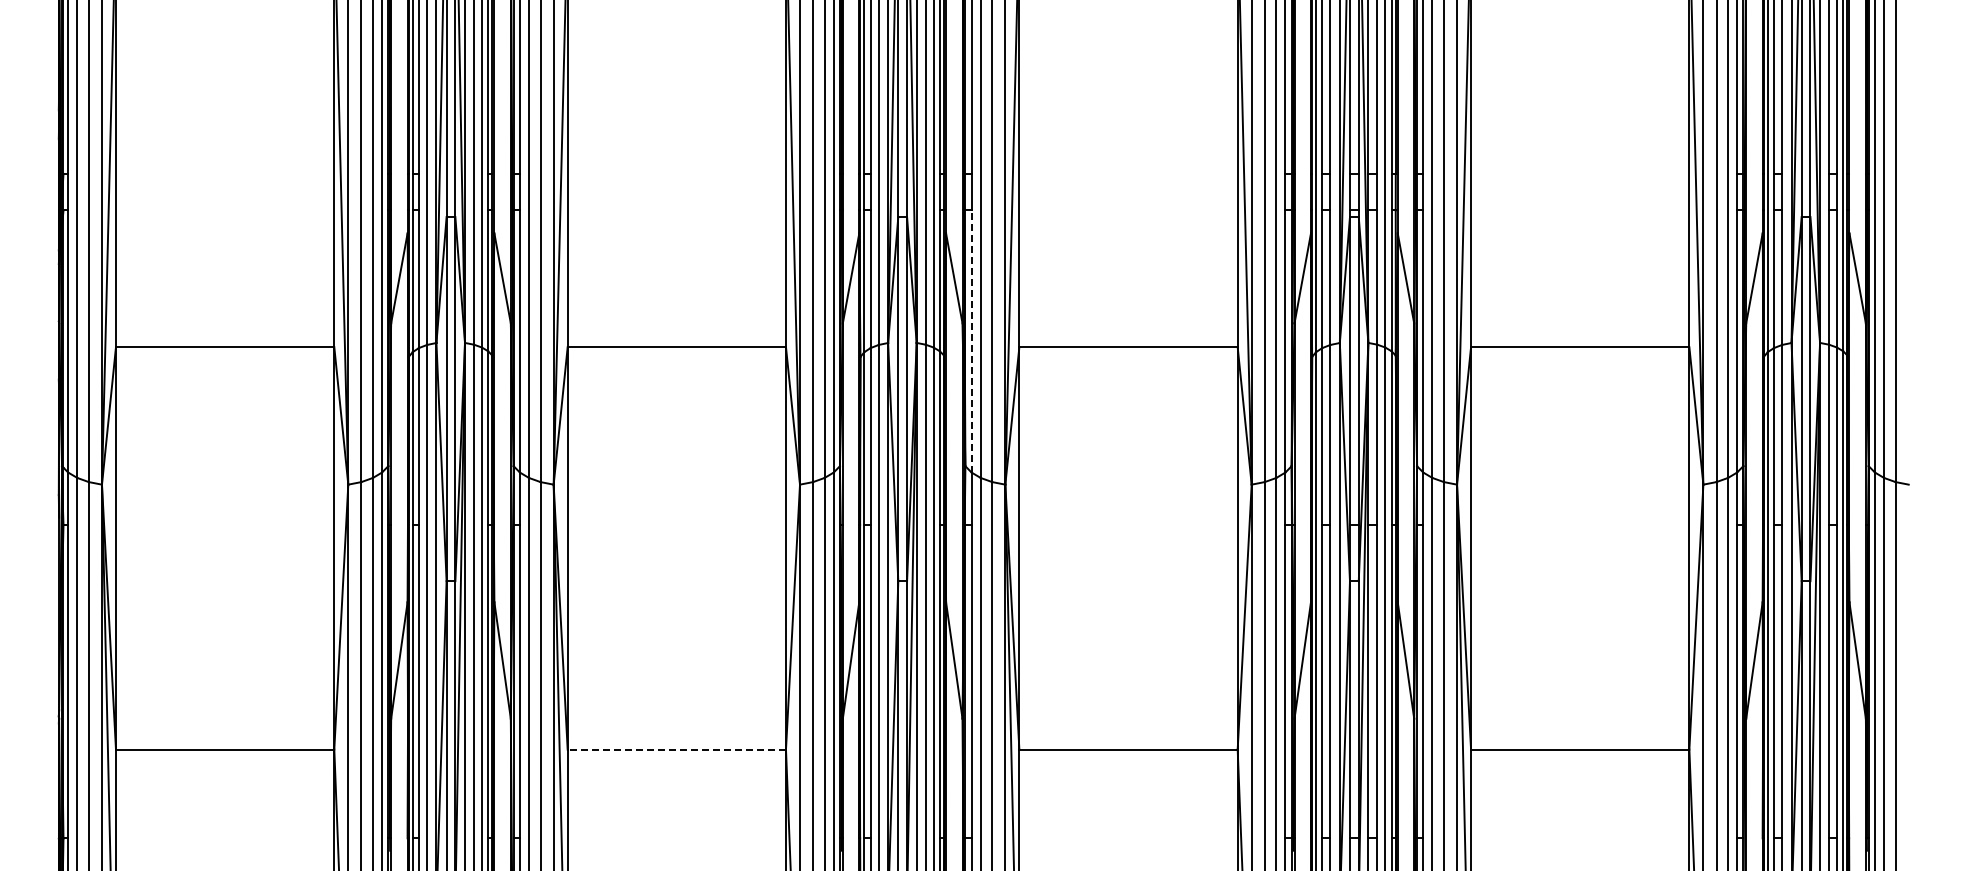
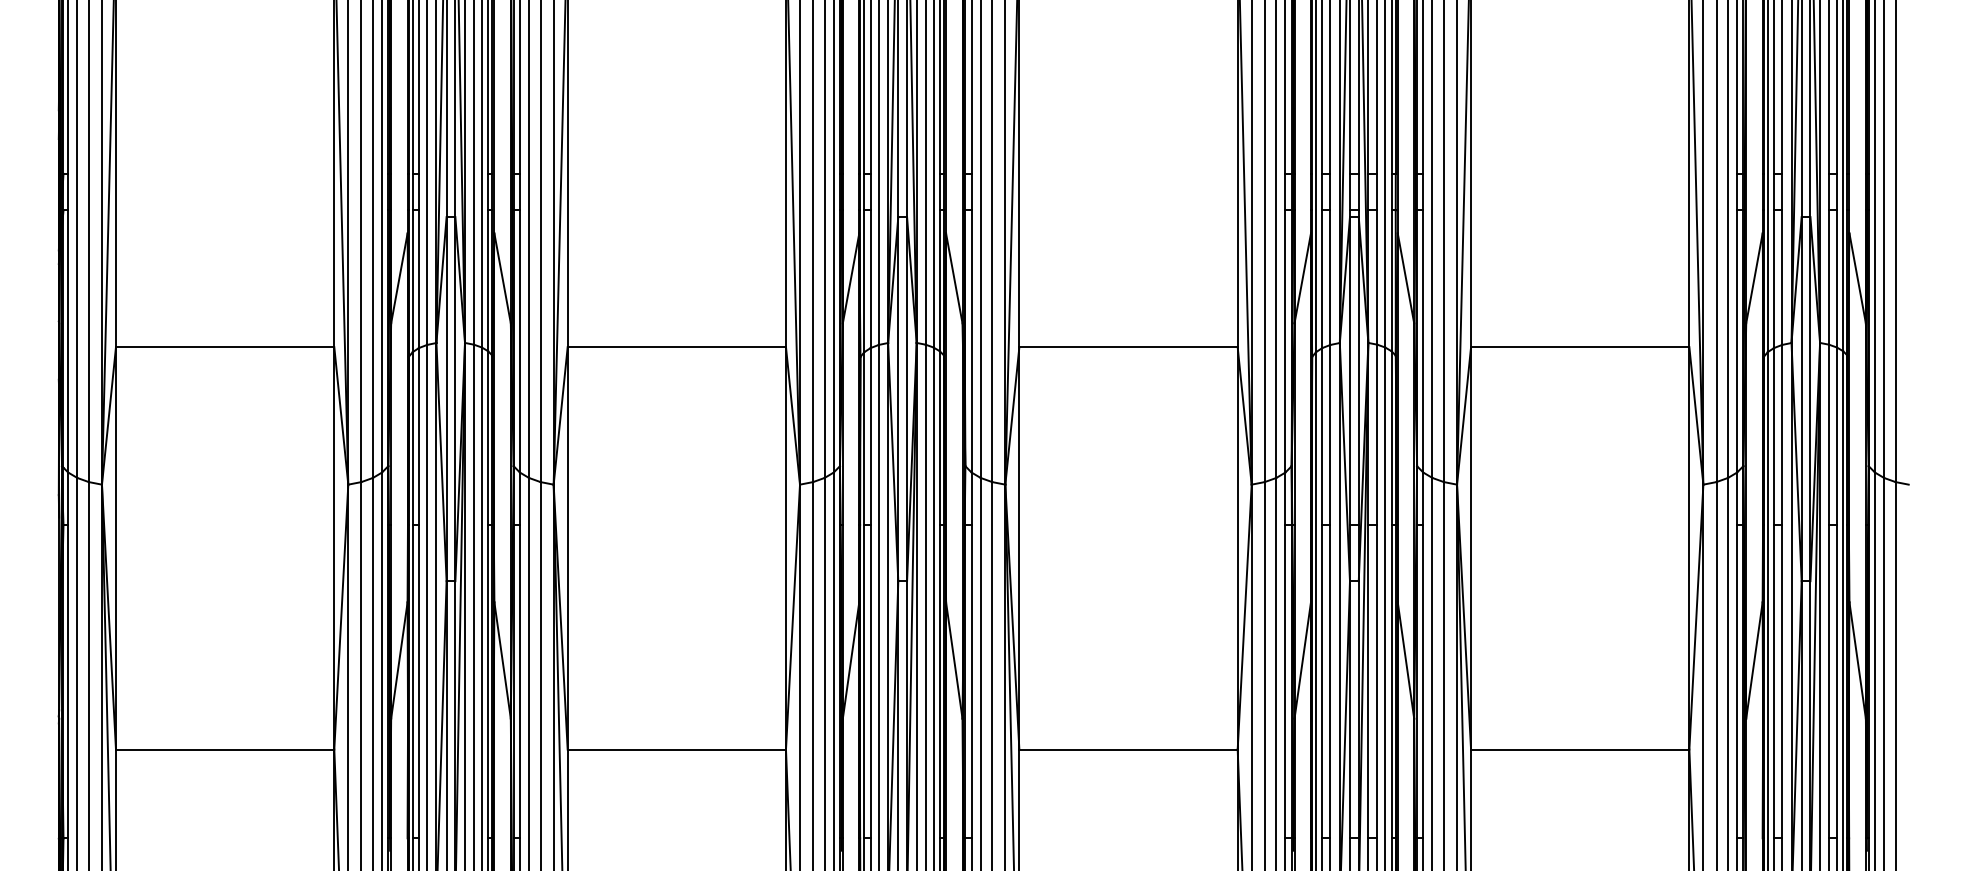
line at (971, 340): dashed -> solid
line at (676, 749): dashed -> solid
